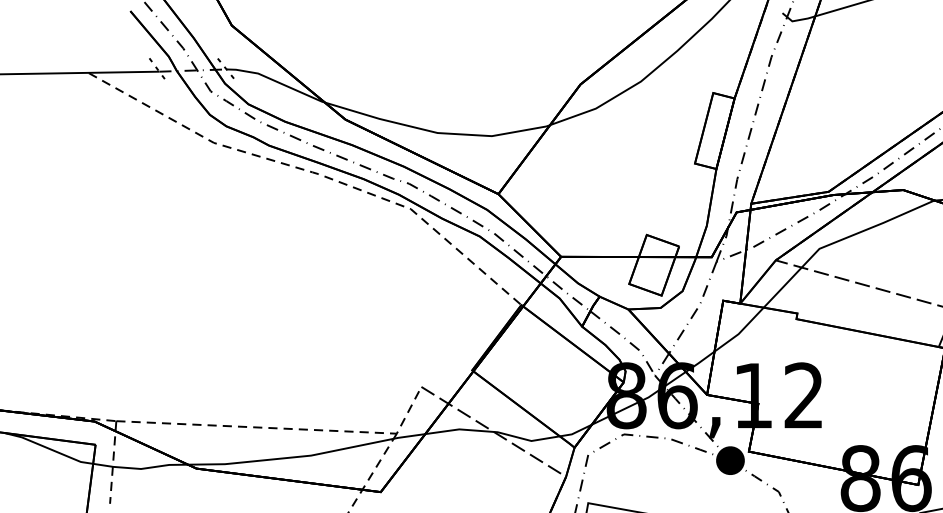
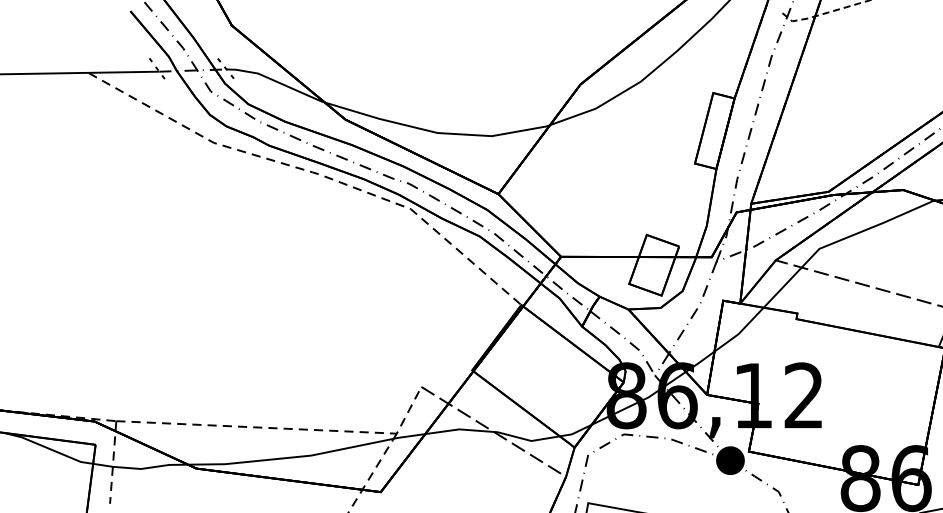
line at (824, 13): solid -> dashed
